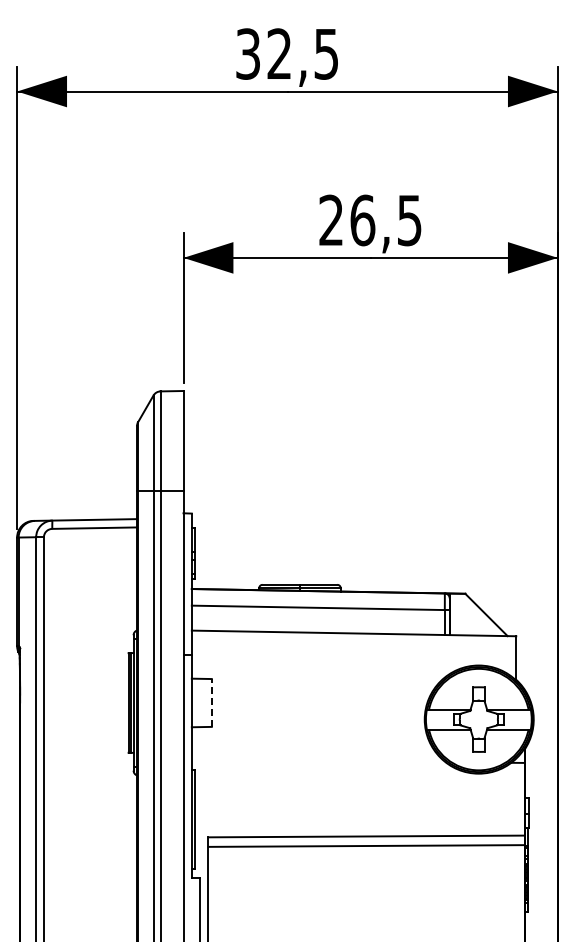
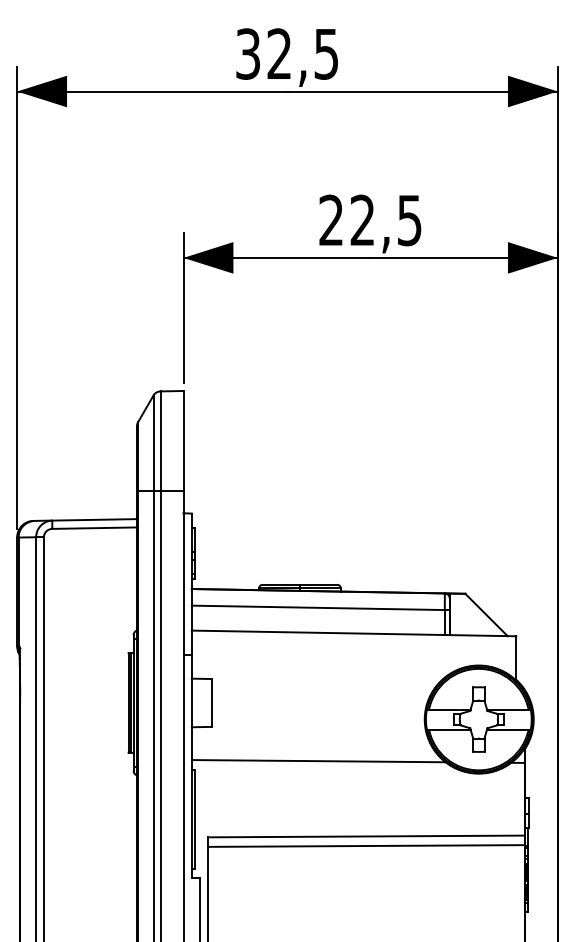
text at (362, 220): 26,5 -> 22,5
line at (211, 702): dashed -> solid
line at (318, 761): none -> present
